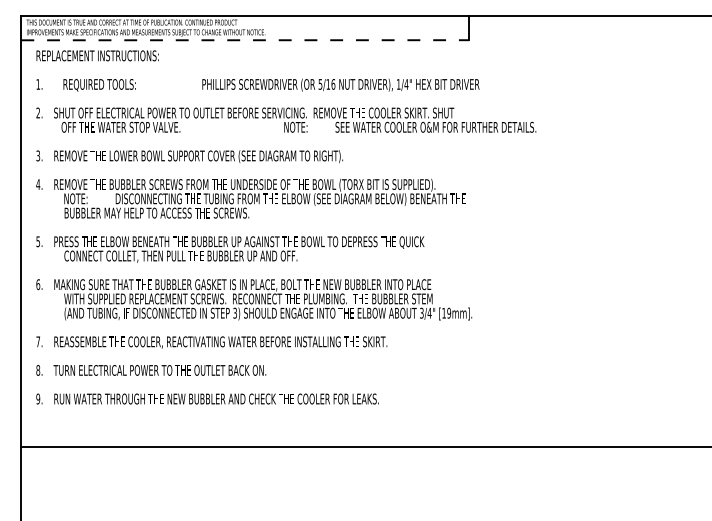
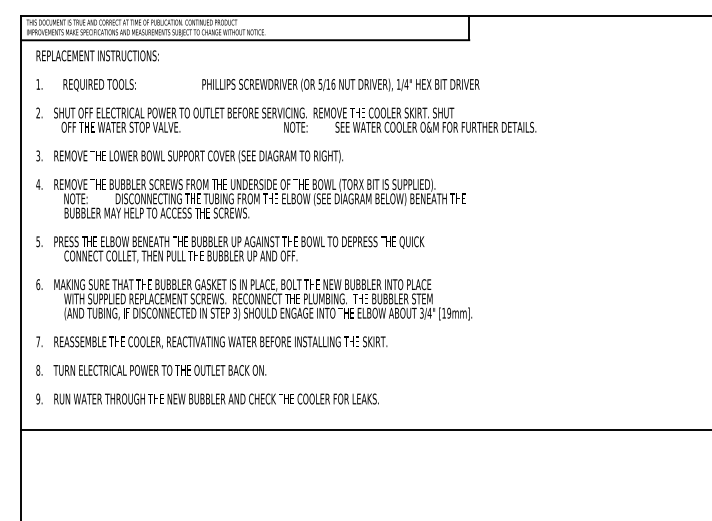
line at (245, 40): dashed -> solid
line at (364, 447) position: (364, 447) -> (364, 430)
